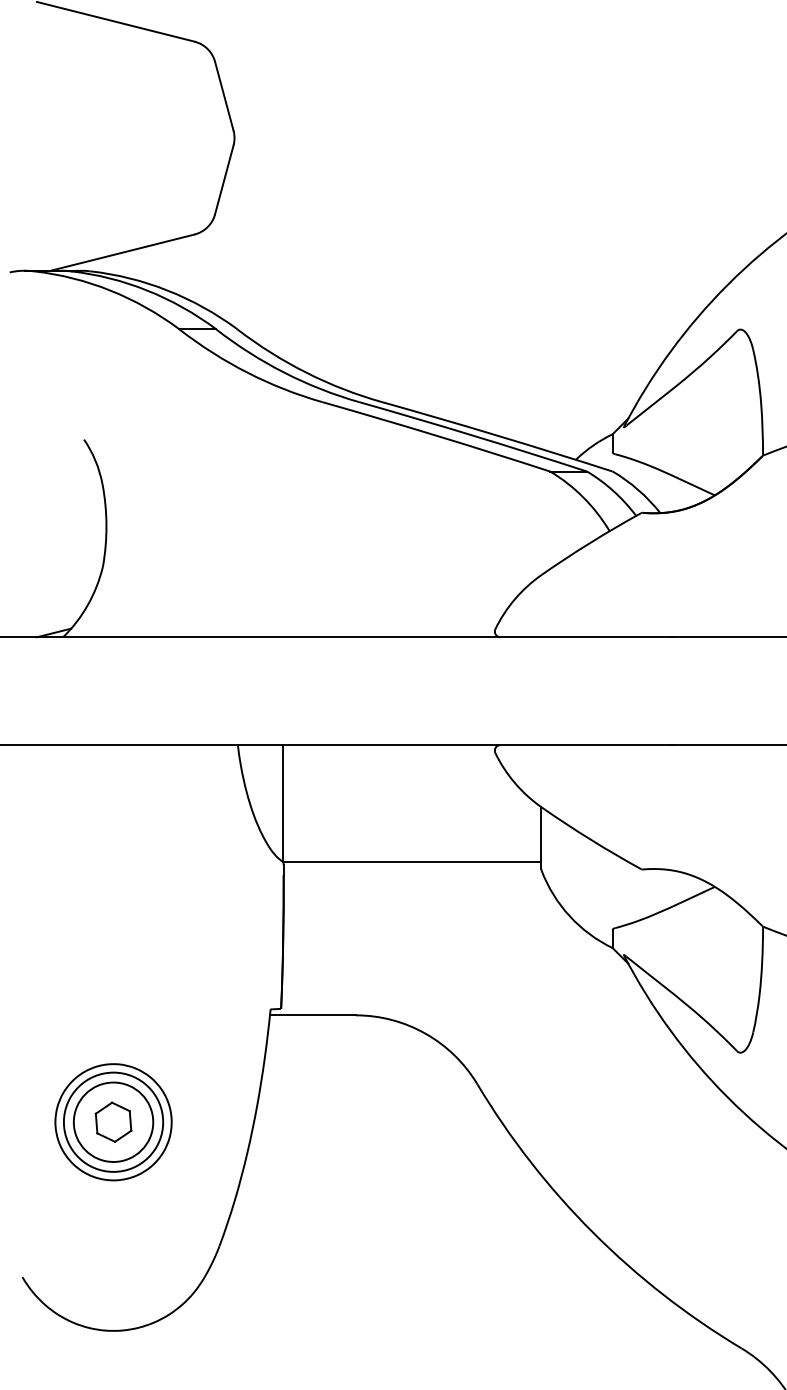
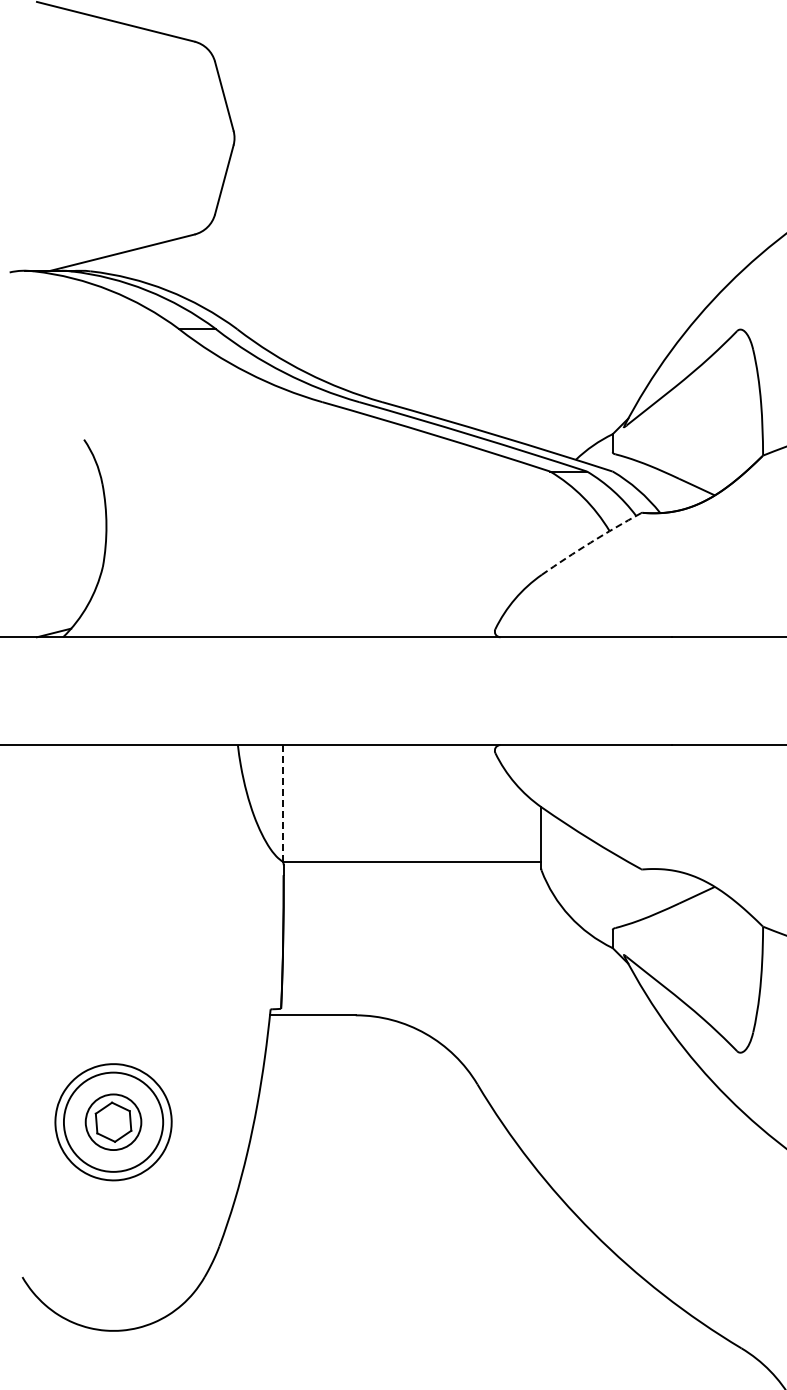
arc at (590, 542): solid -> dashed
line at (283, 802): solid -> dashed
circle at (113, 1121) diameter: 79 px -> 56 px
